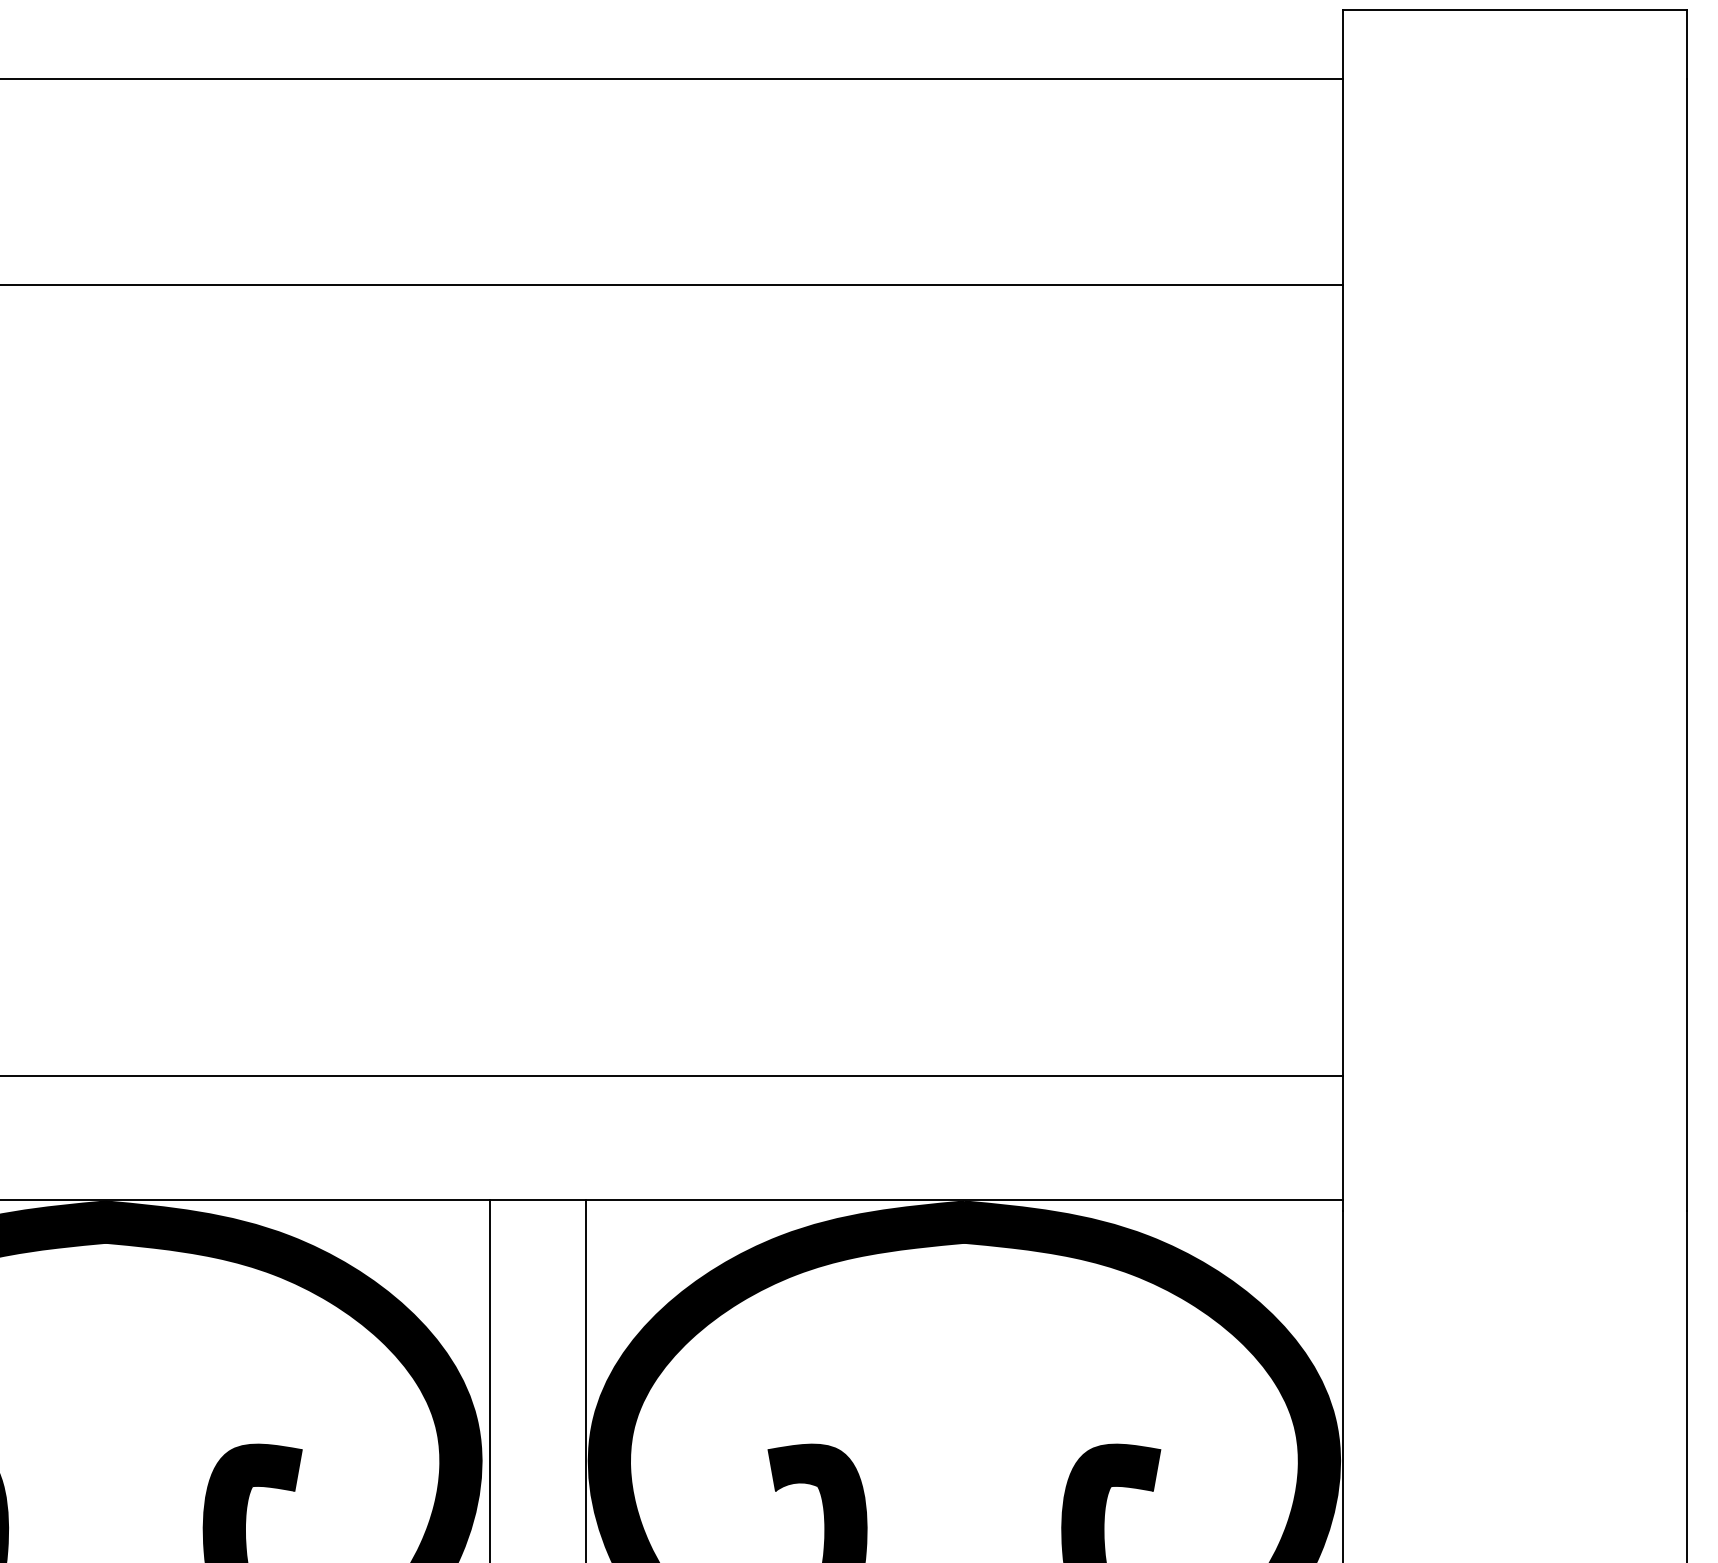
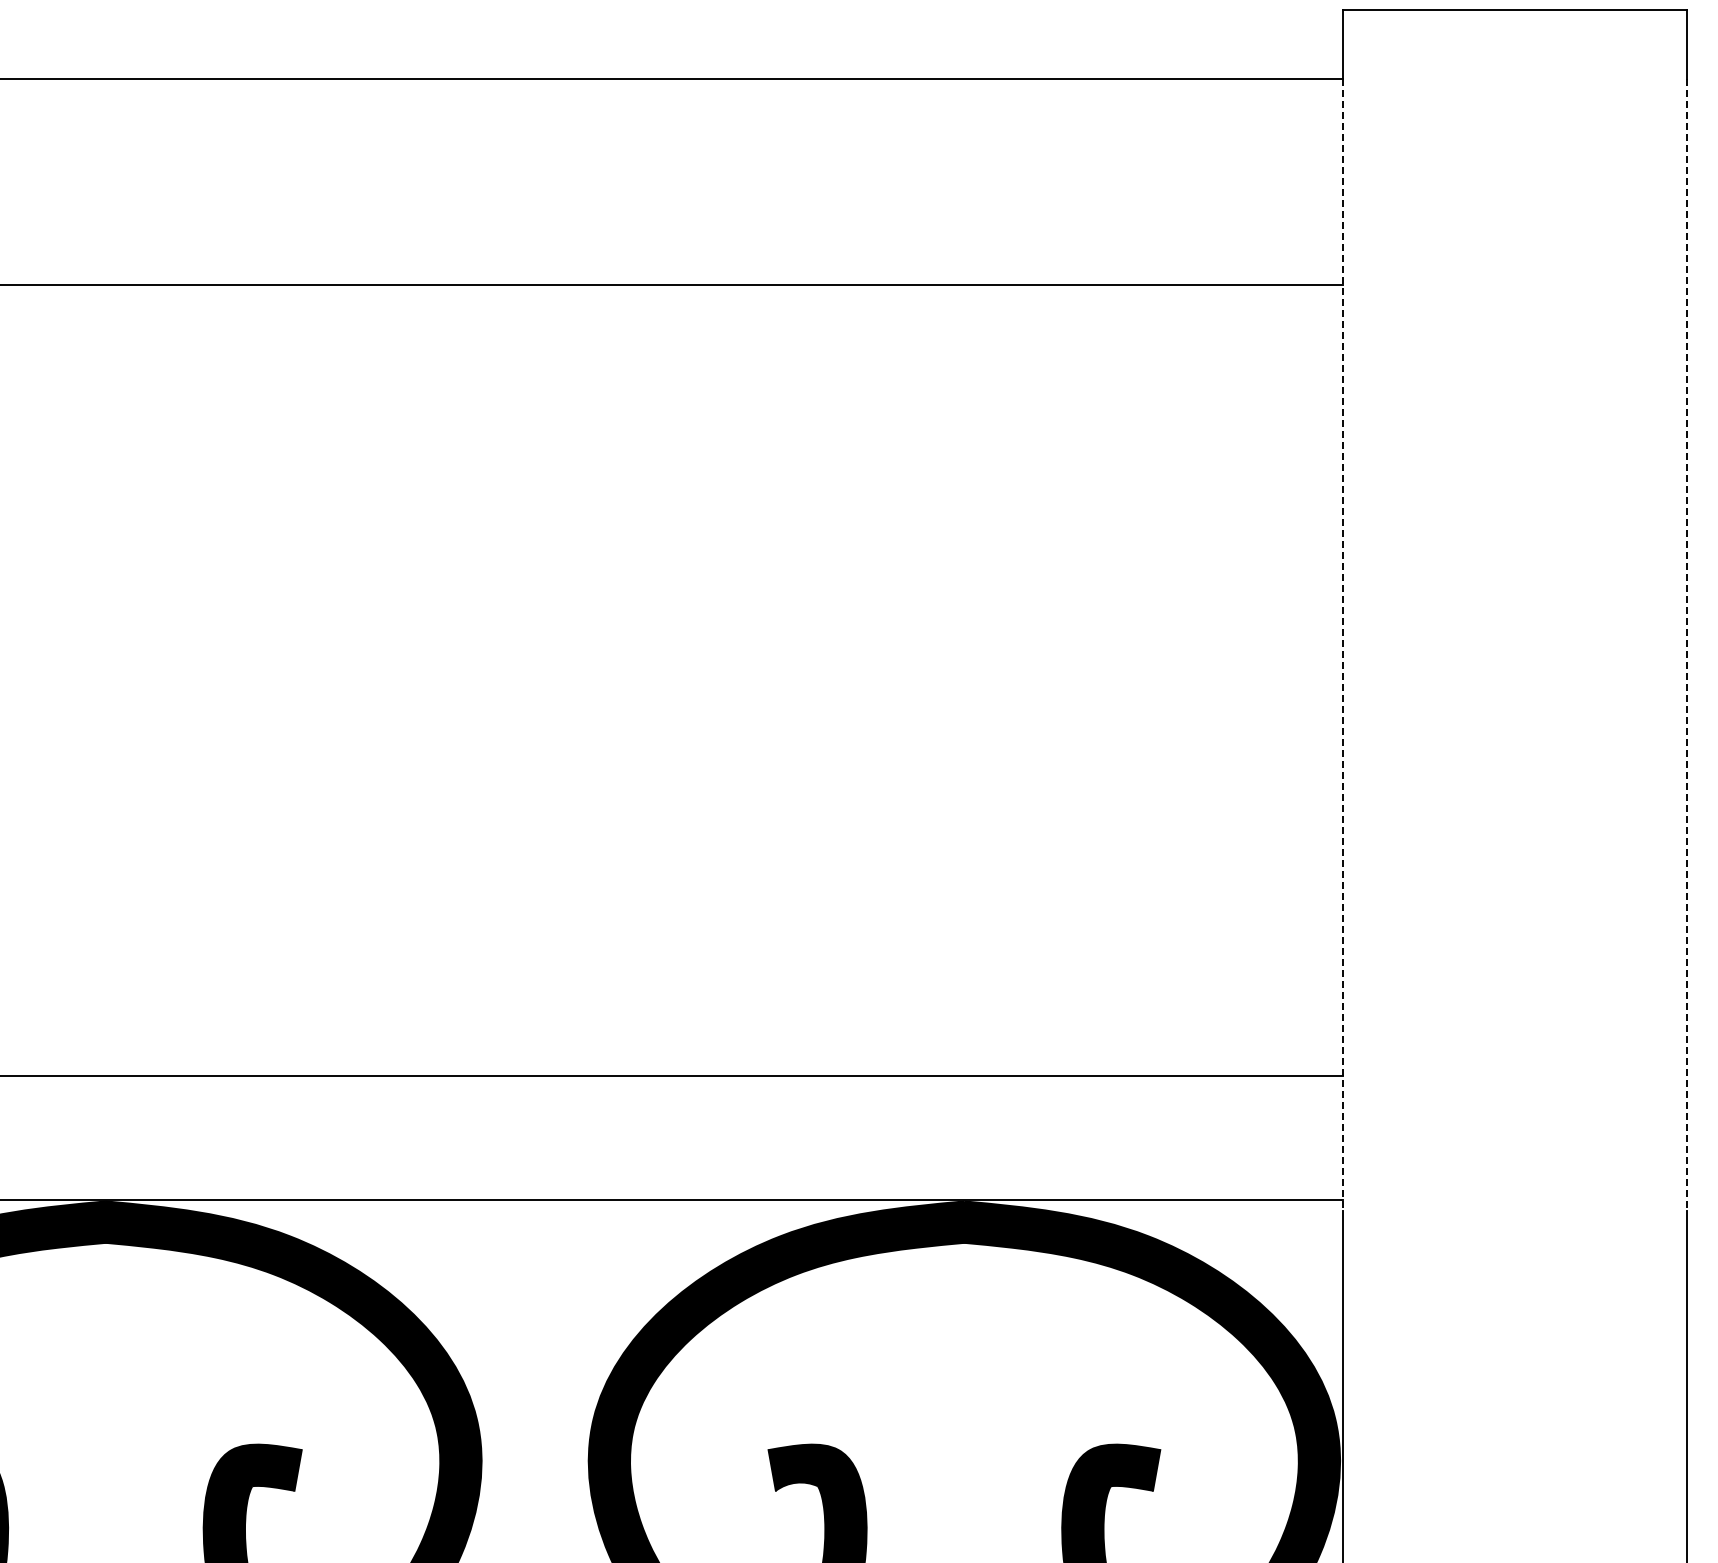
line at (1342, 645): solid -> dashed
line at (1686, 645): solid -> dashed
line at (489, 1379): present -> none
line at (585, 1379): present -> none
